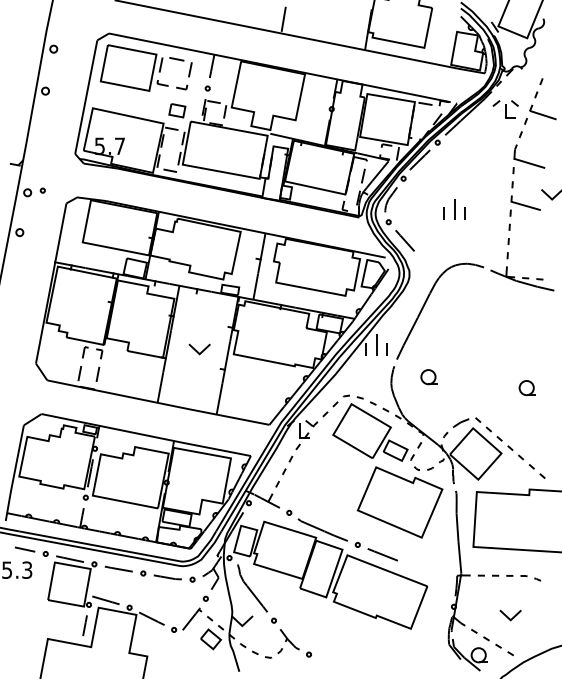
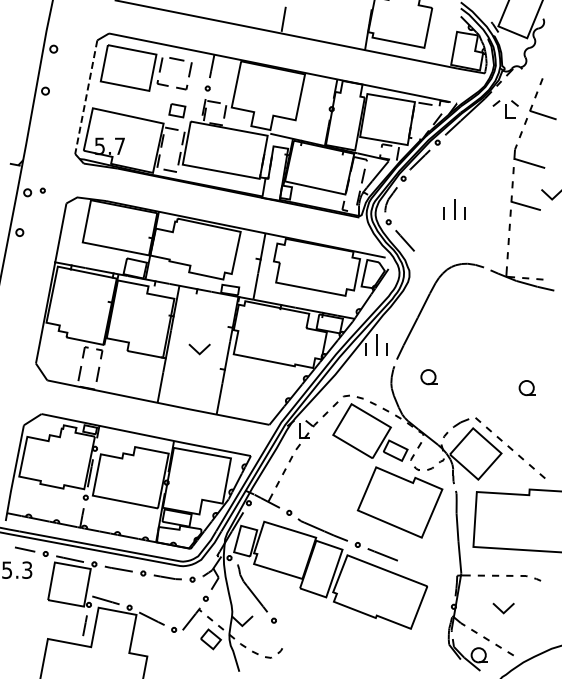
line at (86, 97): solid -> dashed
part at (510, 615) position: (510, 615) -> (503, 608)
part at (295, 643): present -> none
